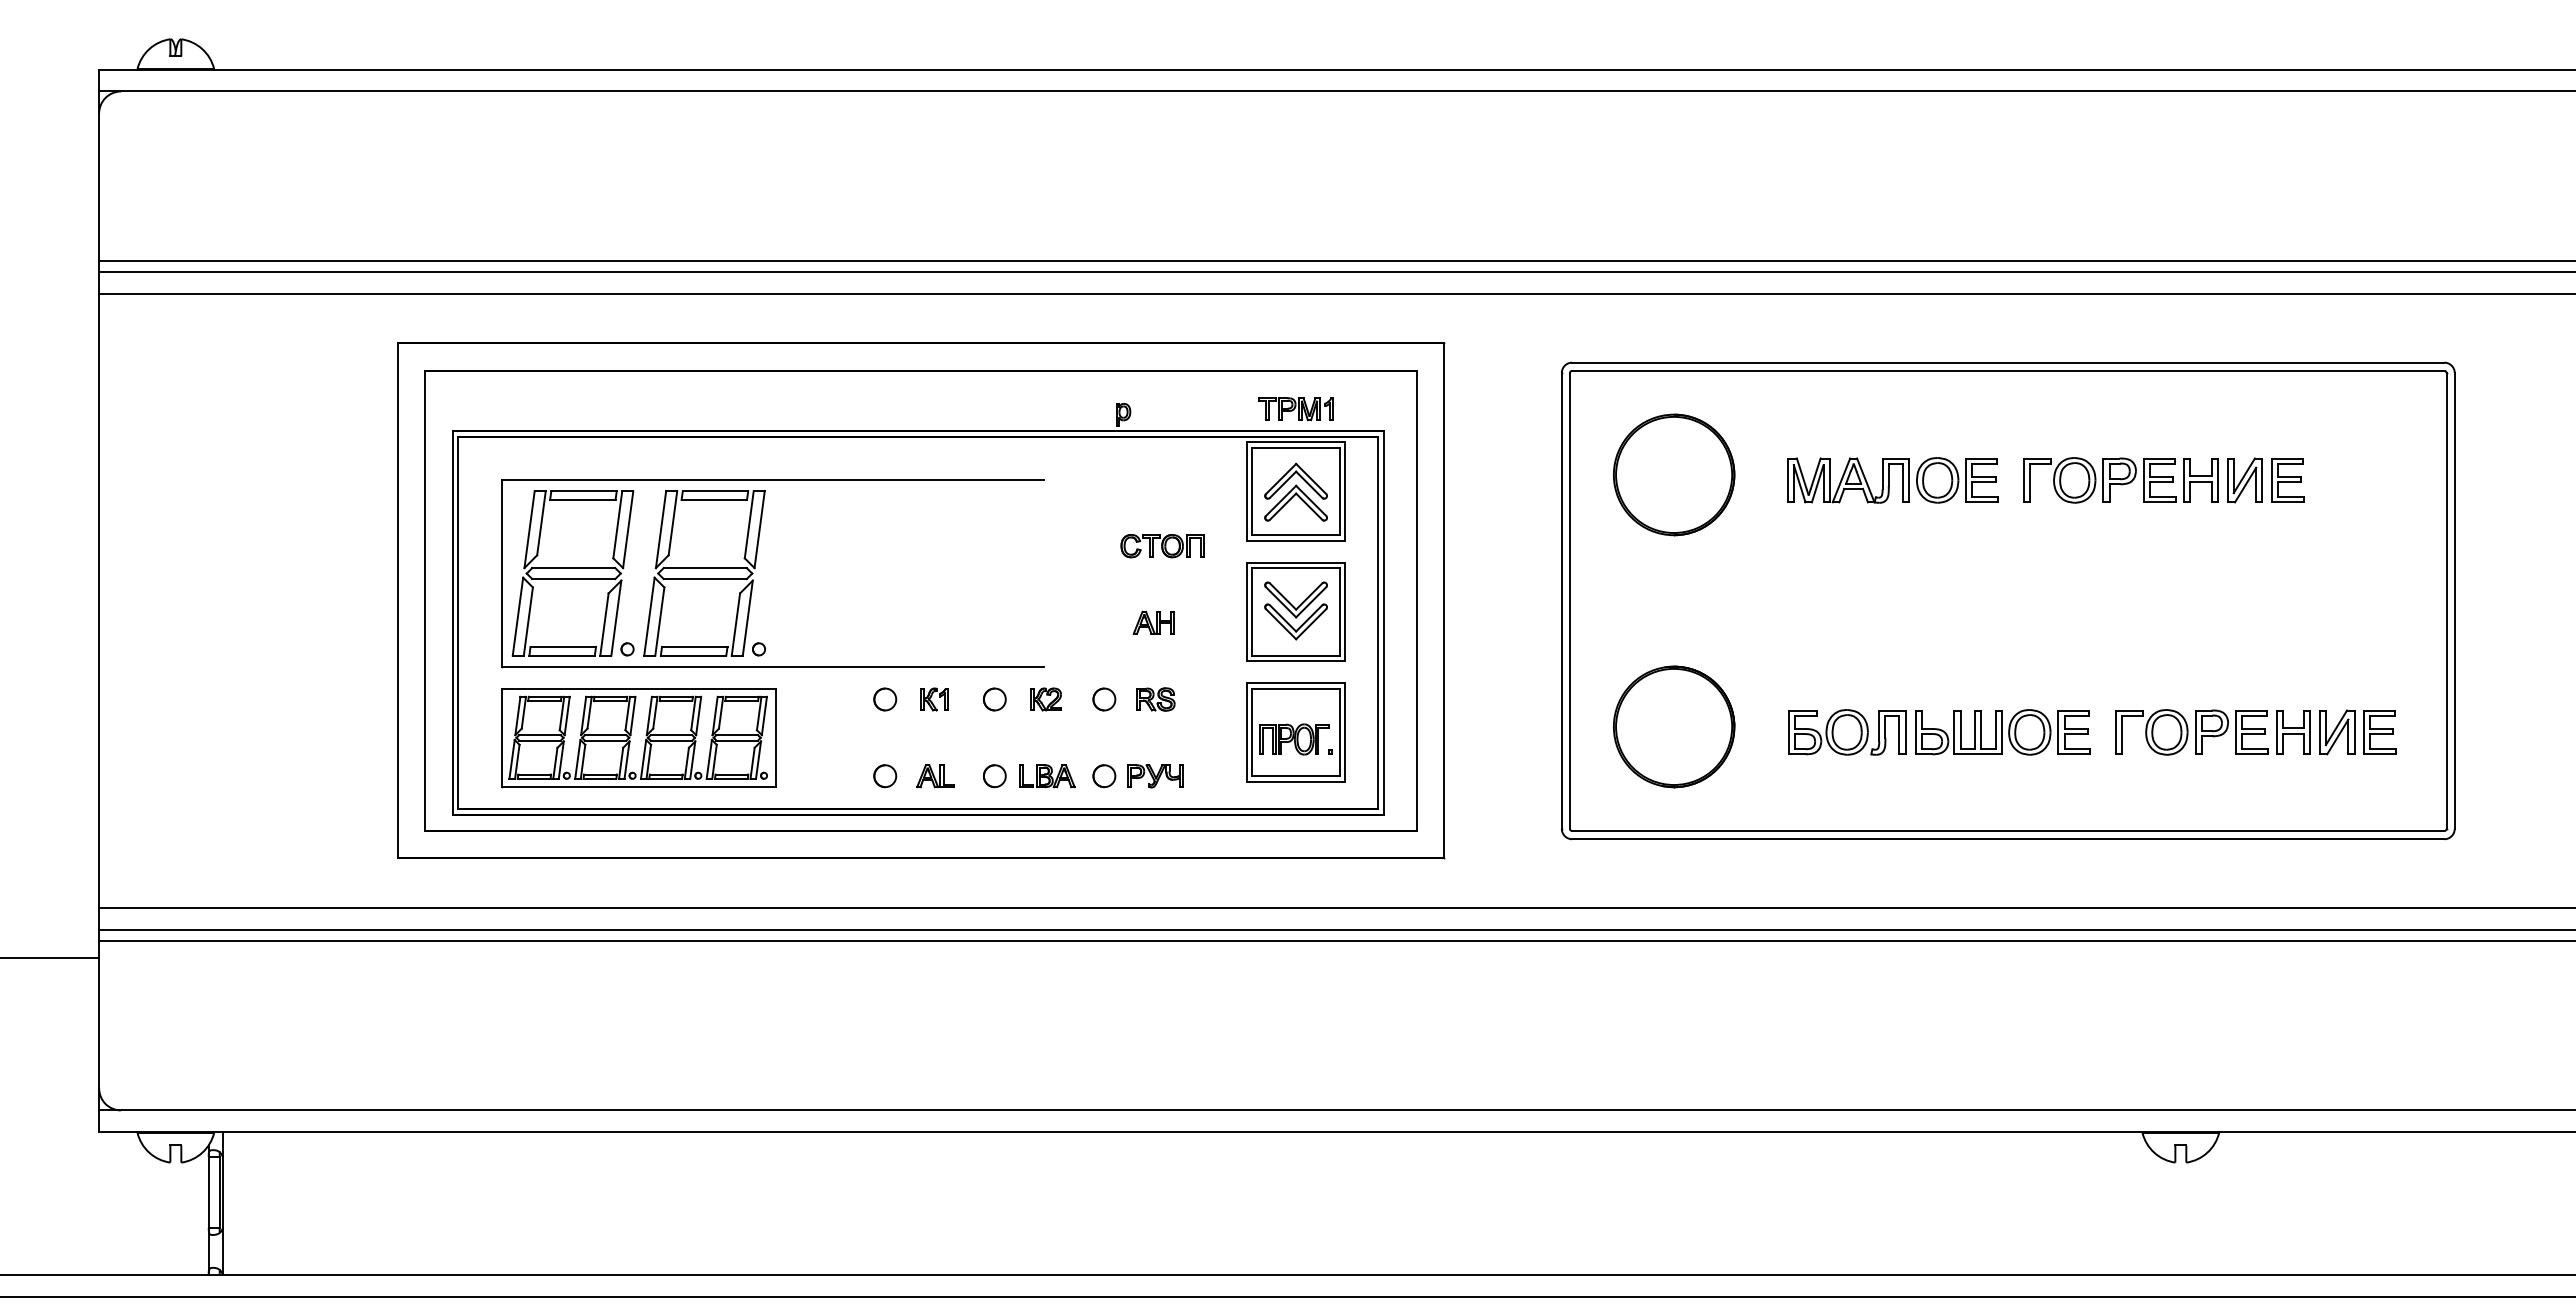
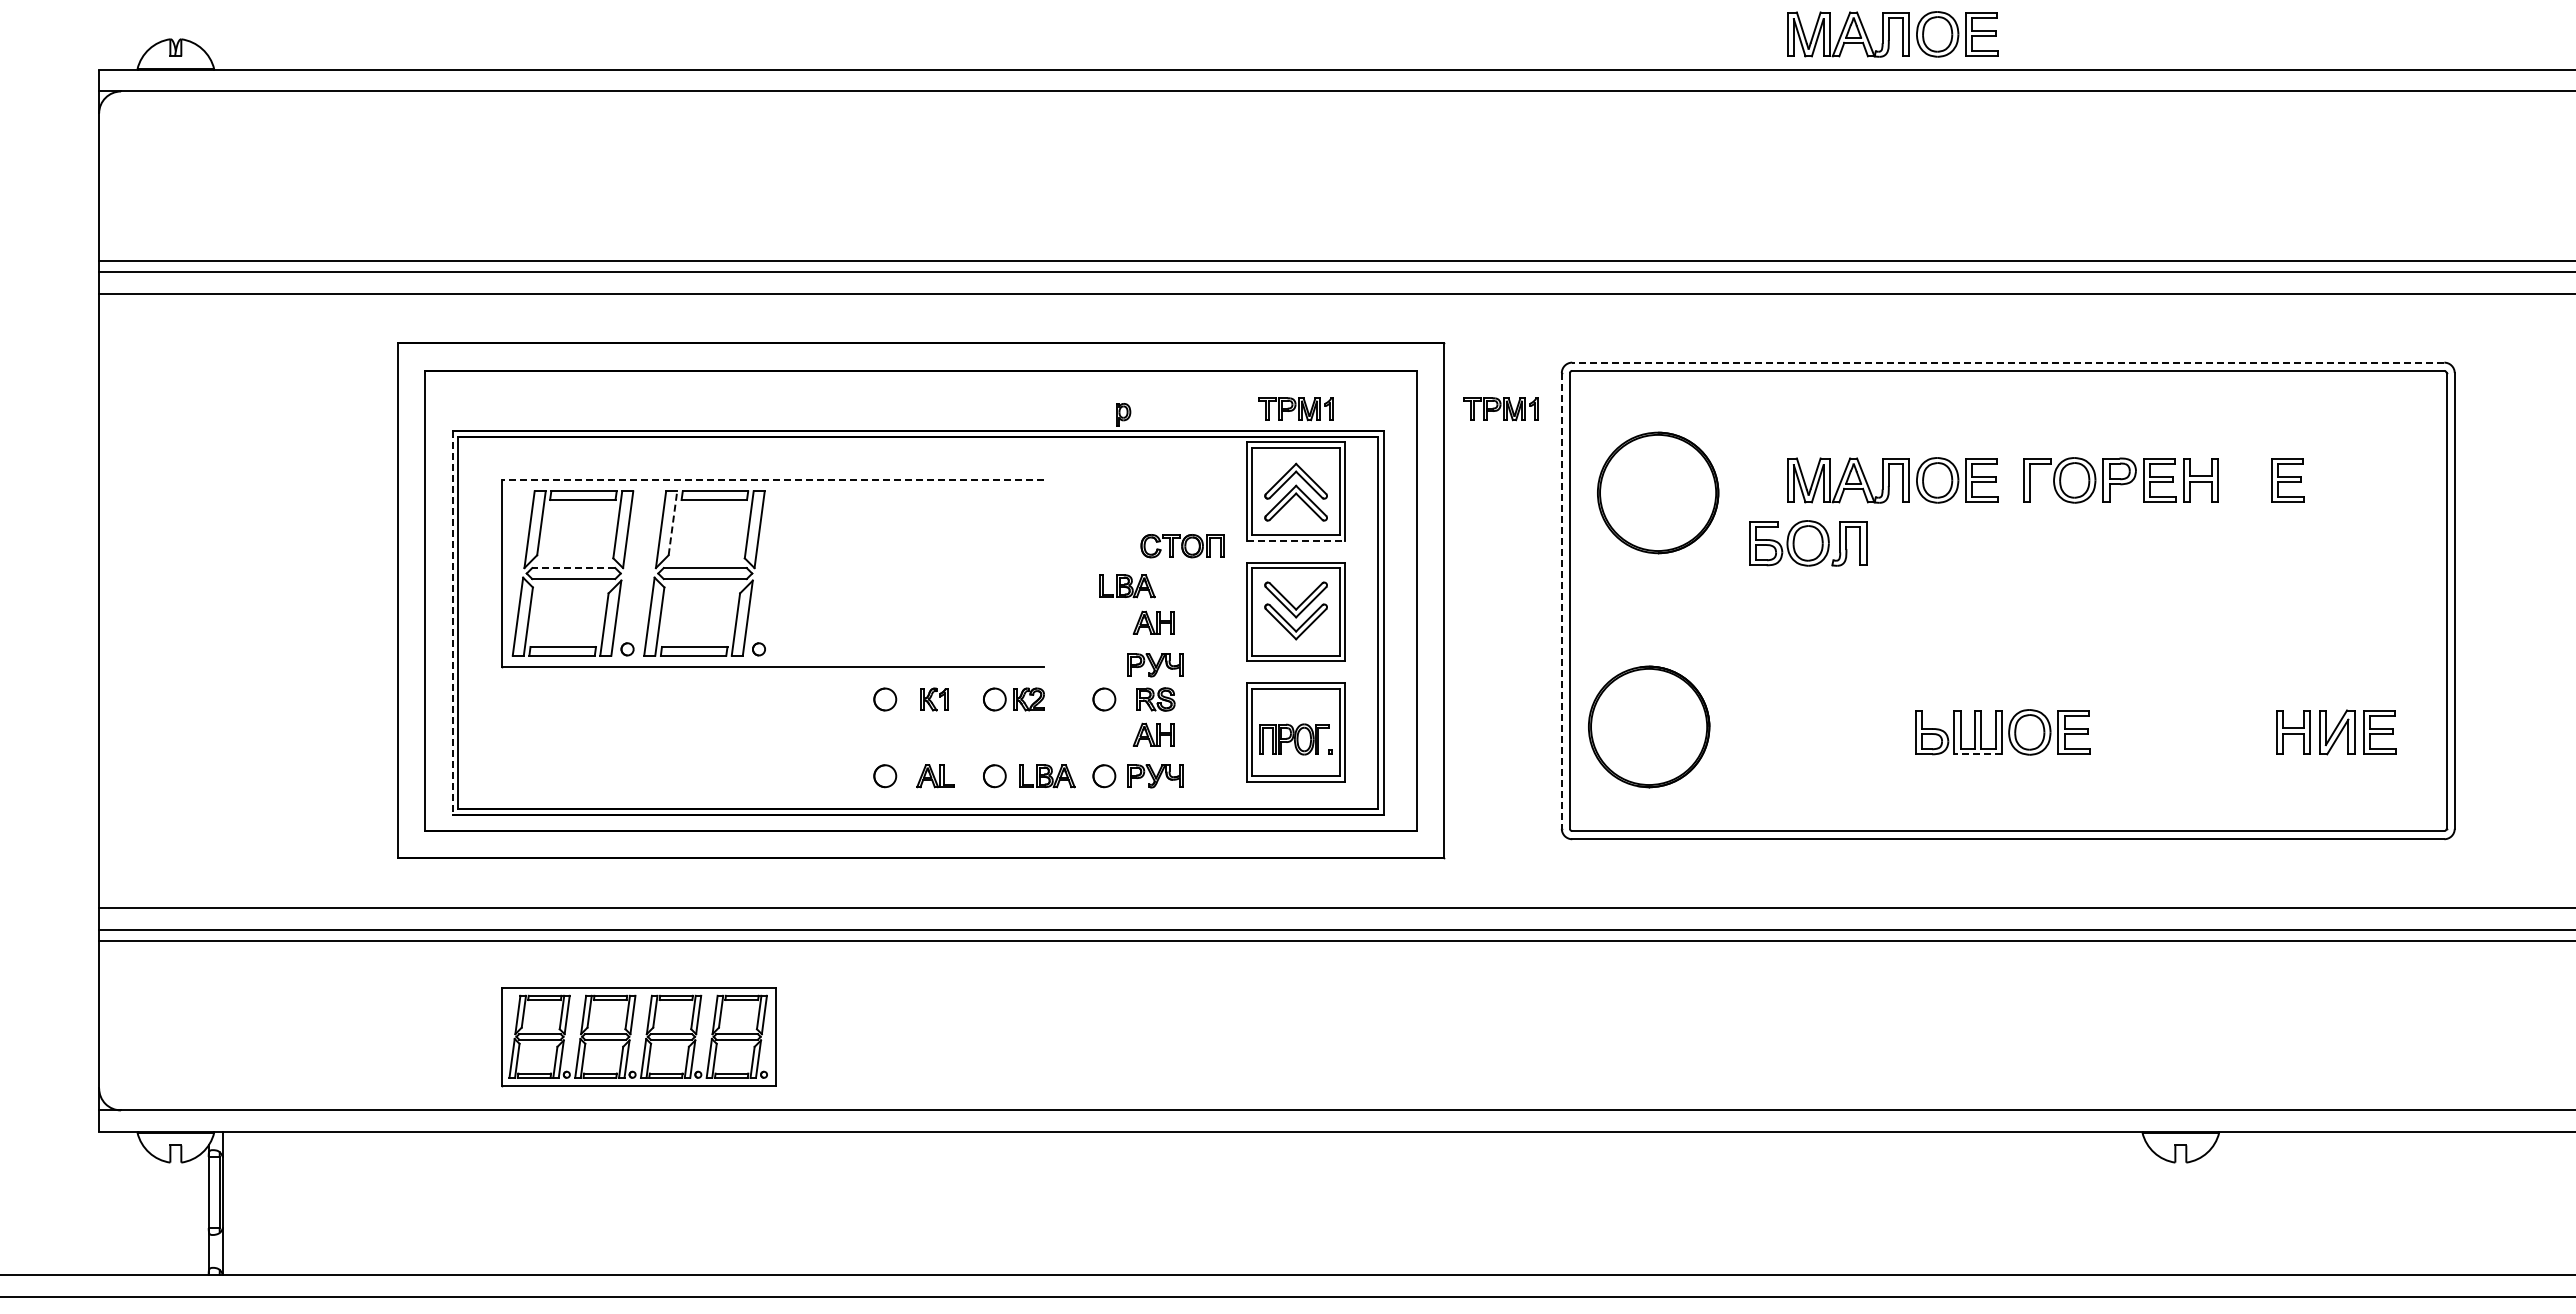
part at (1892, 34): none -> present
line at (2007, 362): solid -> dashed
part at (1500, 409): none -> present
part at (1674, 474) position: (1674, 474) -> (1658, 492)
line at (772, 480): solid -> dashed
part at (2244, 480): present -> none
line at (673, 522): solid -> dashed
line at (1296, 540): solid -> dashed
part at (1162, 546) position: (1162, 546) -> (1182, 546)
line at (573, 568): solid -> dashed
part at (1127, 586): none -> present
line at (1561, 600): solid -> dashed
line at (452, 622): solid -> dashed
part at (1155, 665): none -> present
part at (1045, 699) position: (1045, 699) -> (1028, 699)
part at (1674, 726) position: (1674, 726) -> (1649, 726)
part at (1847, 732) position: (1847, 732) -> (1808, 543)
part at (2191, 732): present -> none
part at (1153, 734): none -> present
part at (638, 738) position: (638, 738) -> (638, 1037)
line at (1978, 754): solid -> dashed
line at (50, 957): present -> none
